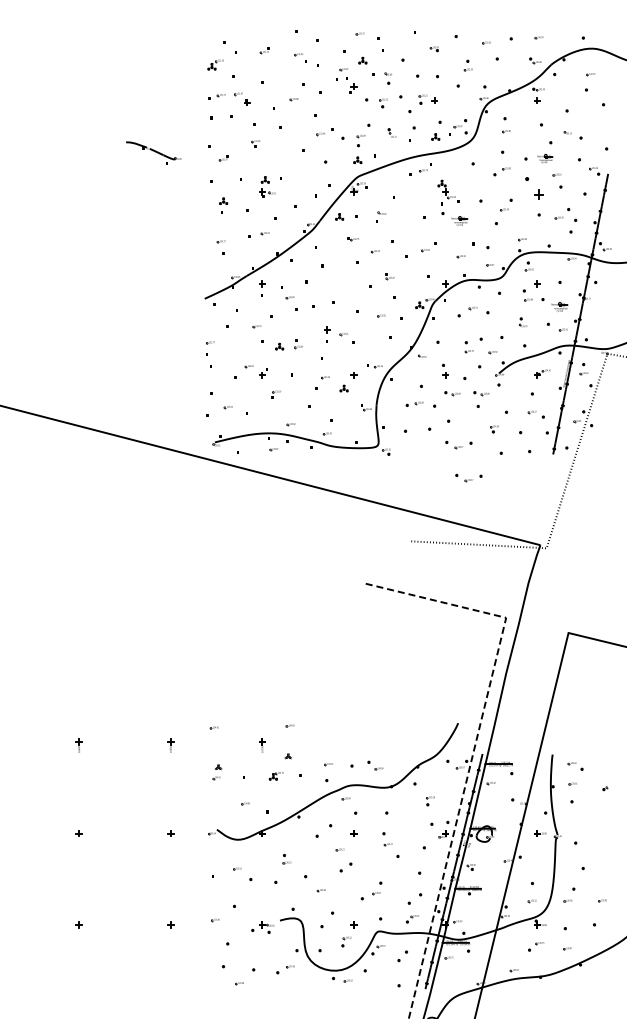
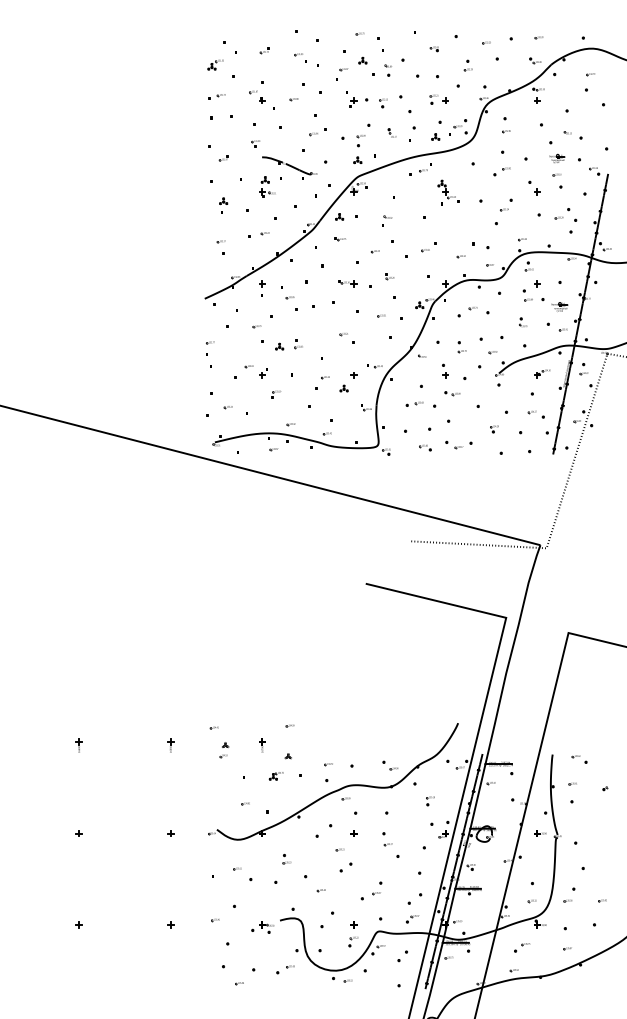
part at (387, 78) position: (387, 78) -> (387, 70)
part at (351, 85) position: (351, 85) -> (351, 99)
part at (242, 98) position: (242, 98) -> (257, 96)
part at (427, 99) position: (427, 99) -> (438, 99)
part at (324, 132) position: (324, 132) -> (317, 132)
part at (153, 152) position: (153, 152) -> (289, 167)
part at (545, 158) position: (545, 158) -> (557, 158)
part at (534, 188) size: 19x23 px -> 13x16 px
part at (381, 216) position: (381, 216) -> (387, 220)
part at (454, 218): present -> none
part at (352, 239) position: (352, 239) -> (339, 239)
part at (347, 283): none -> present
part at (327, 334): present -> none
part at (468, 347) position: (468, 347) -> (461, 347)
part at (481, 393): present -> none
part at (425, 447): none -> present
part at (468, 477): present -> none
line at (474, 747): dashed -> solid
part at (375, 765) position: (375, 765) -> (390, 765)
part at (575, 766) position: (575, 766) -> (579, 759)
part at (217, 772) position: (217, 772) -> (224, 750)
part at (346, 941) position: (346, 941) -> (353, 941)
part at (536, 946) position: (536, 946) -> (522, 947)
